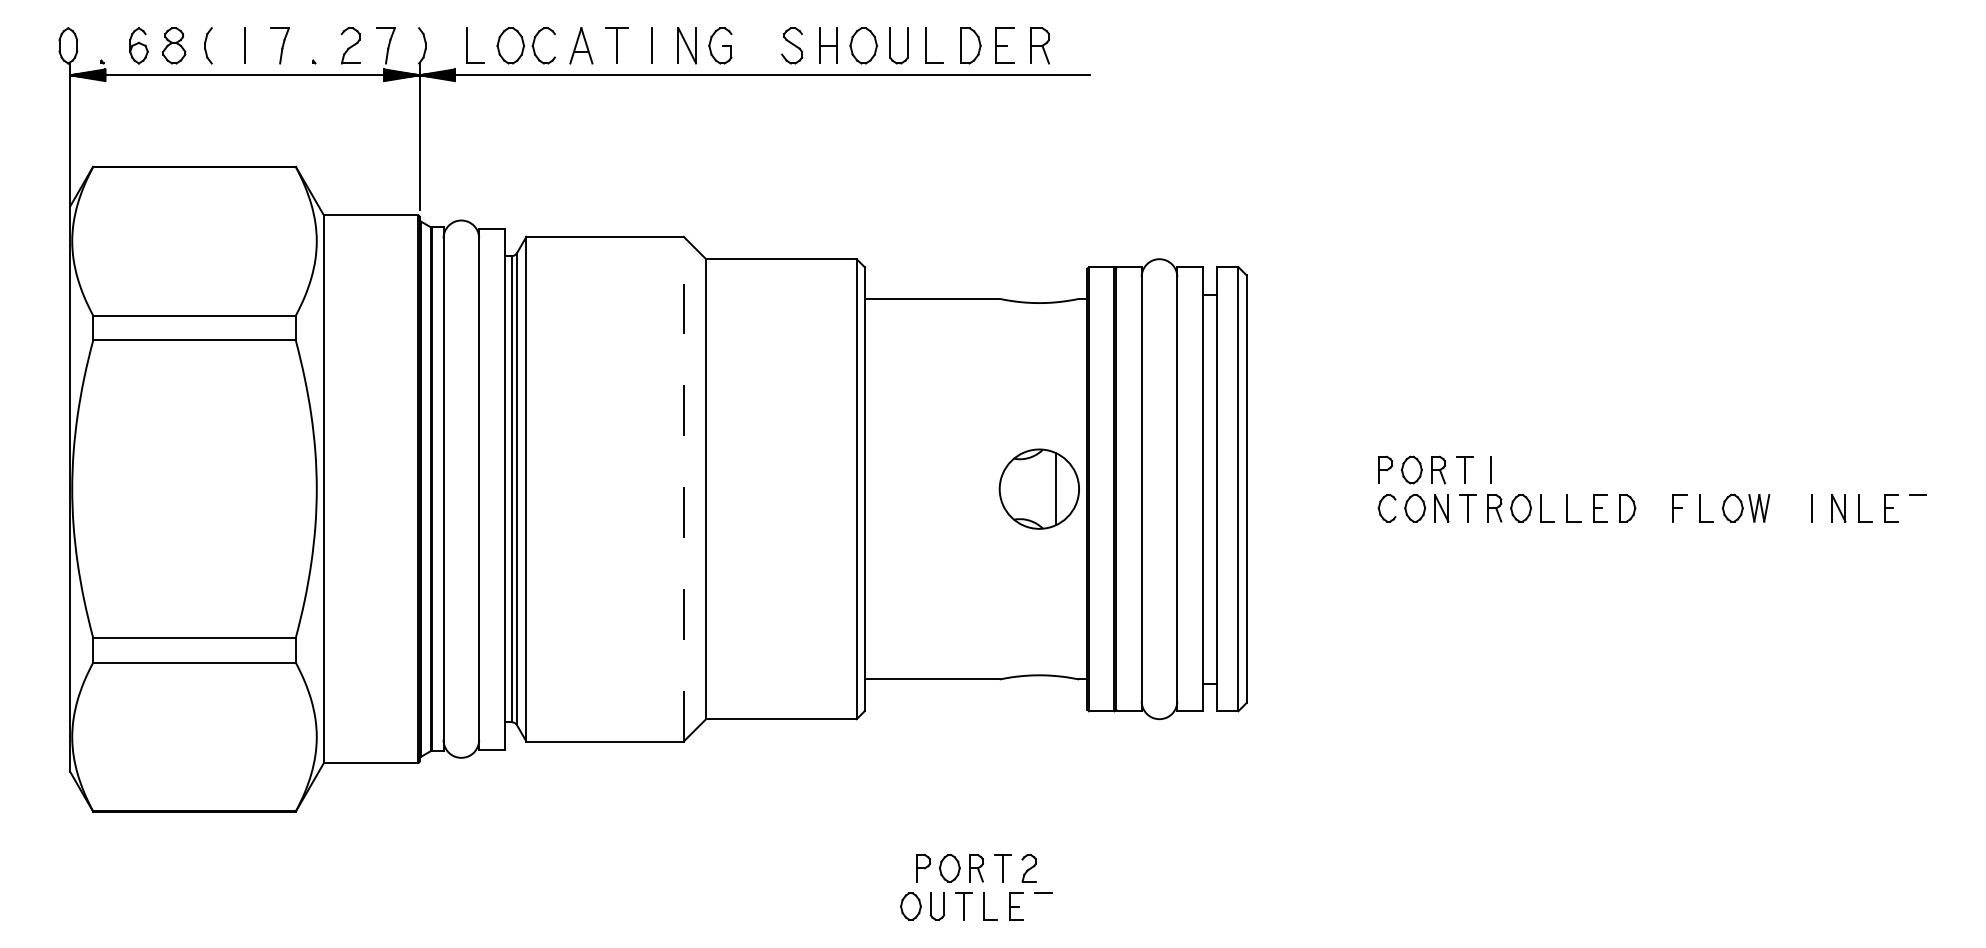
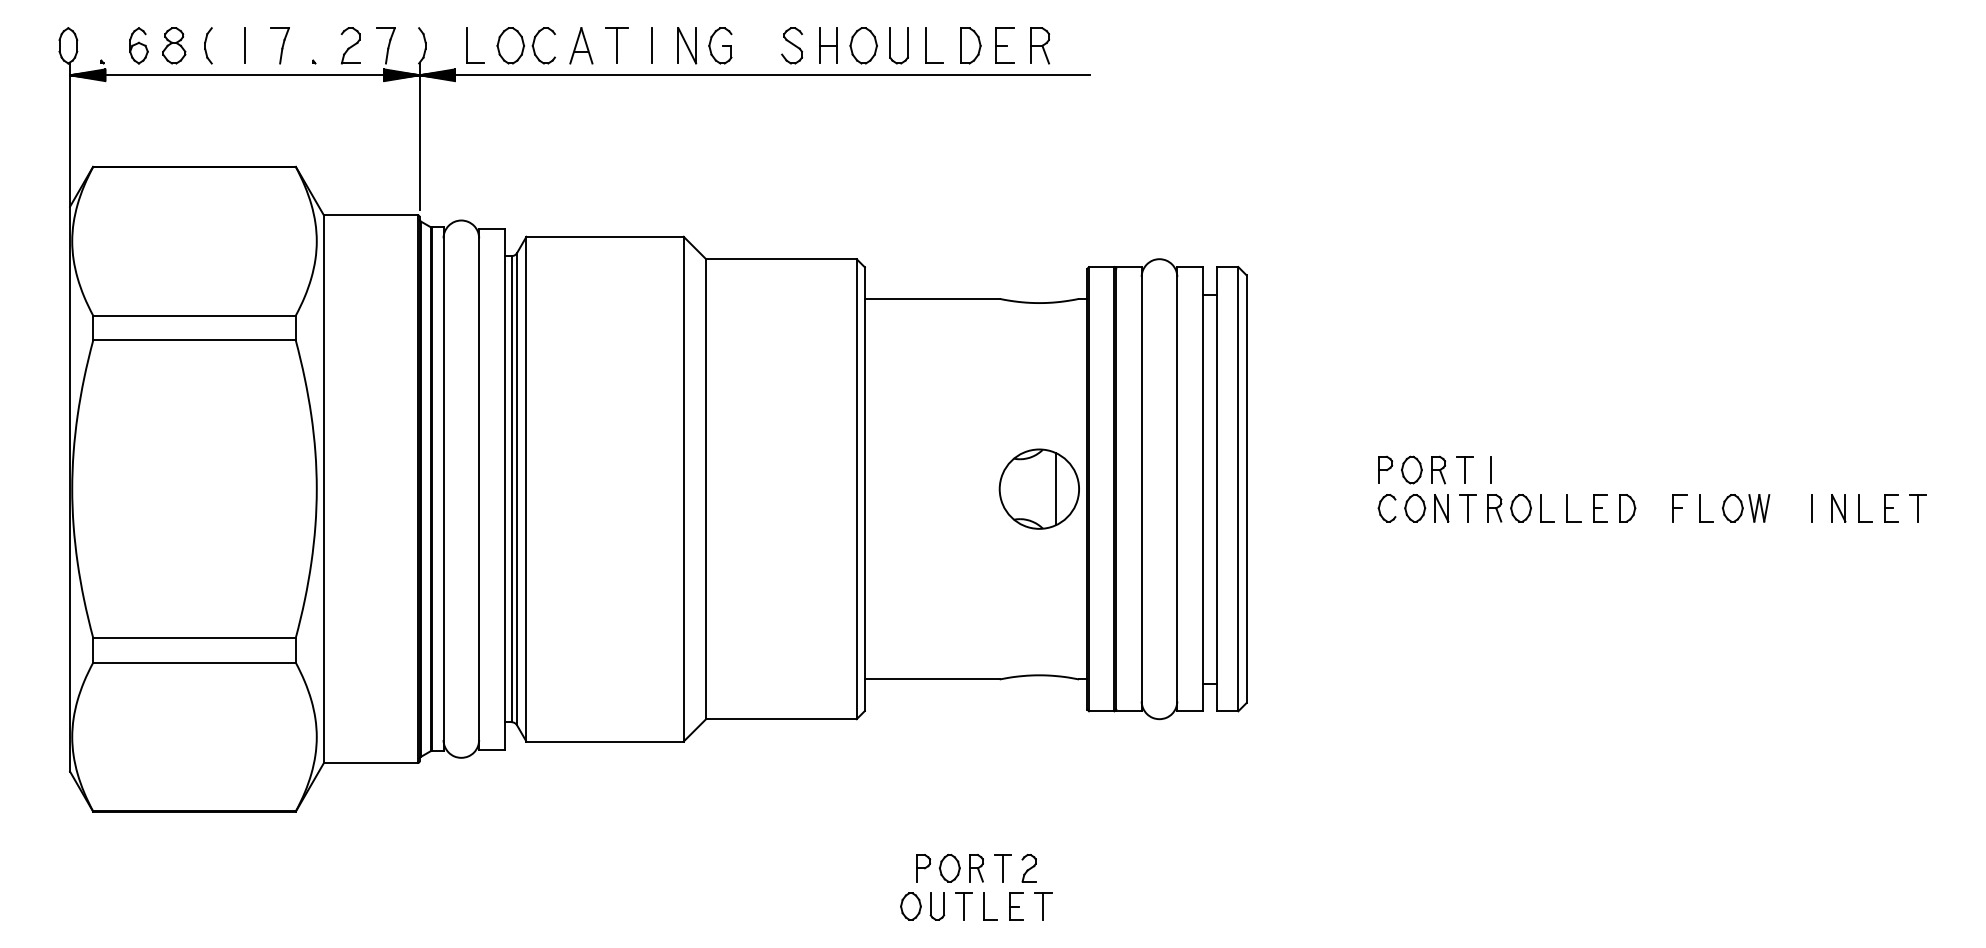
line at (683, 488): dashed -> solid
line at (1918, 508): none -> present
line at (1043, 906): none -> present
